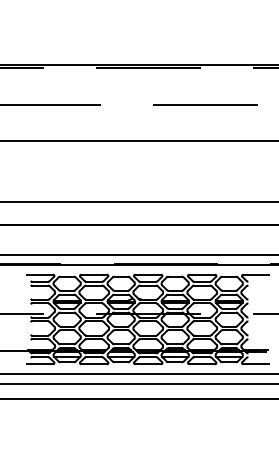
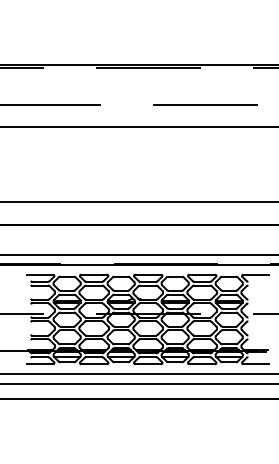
line at (138, 141) position: (138, 141) -> (138, 127)
